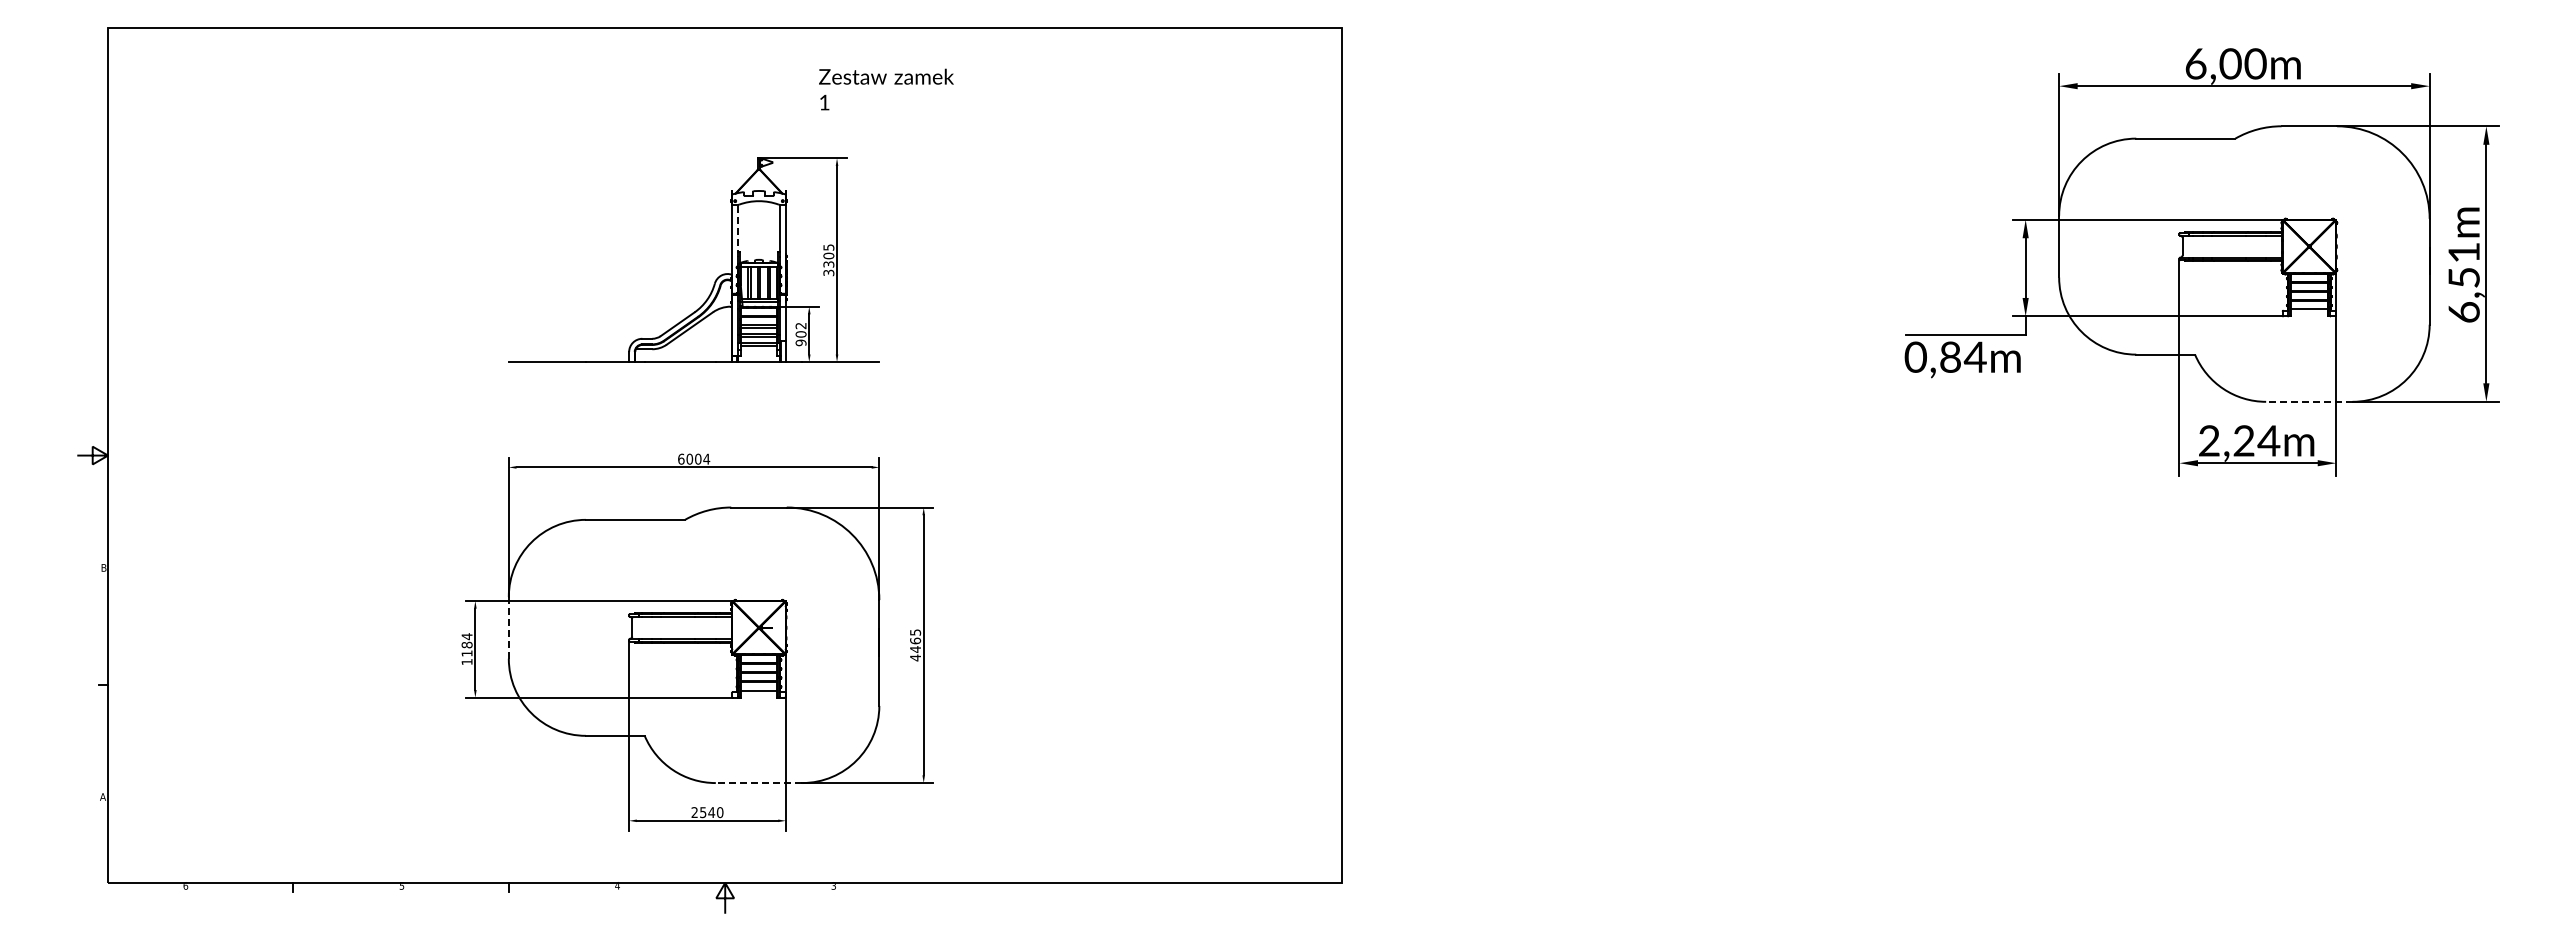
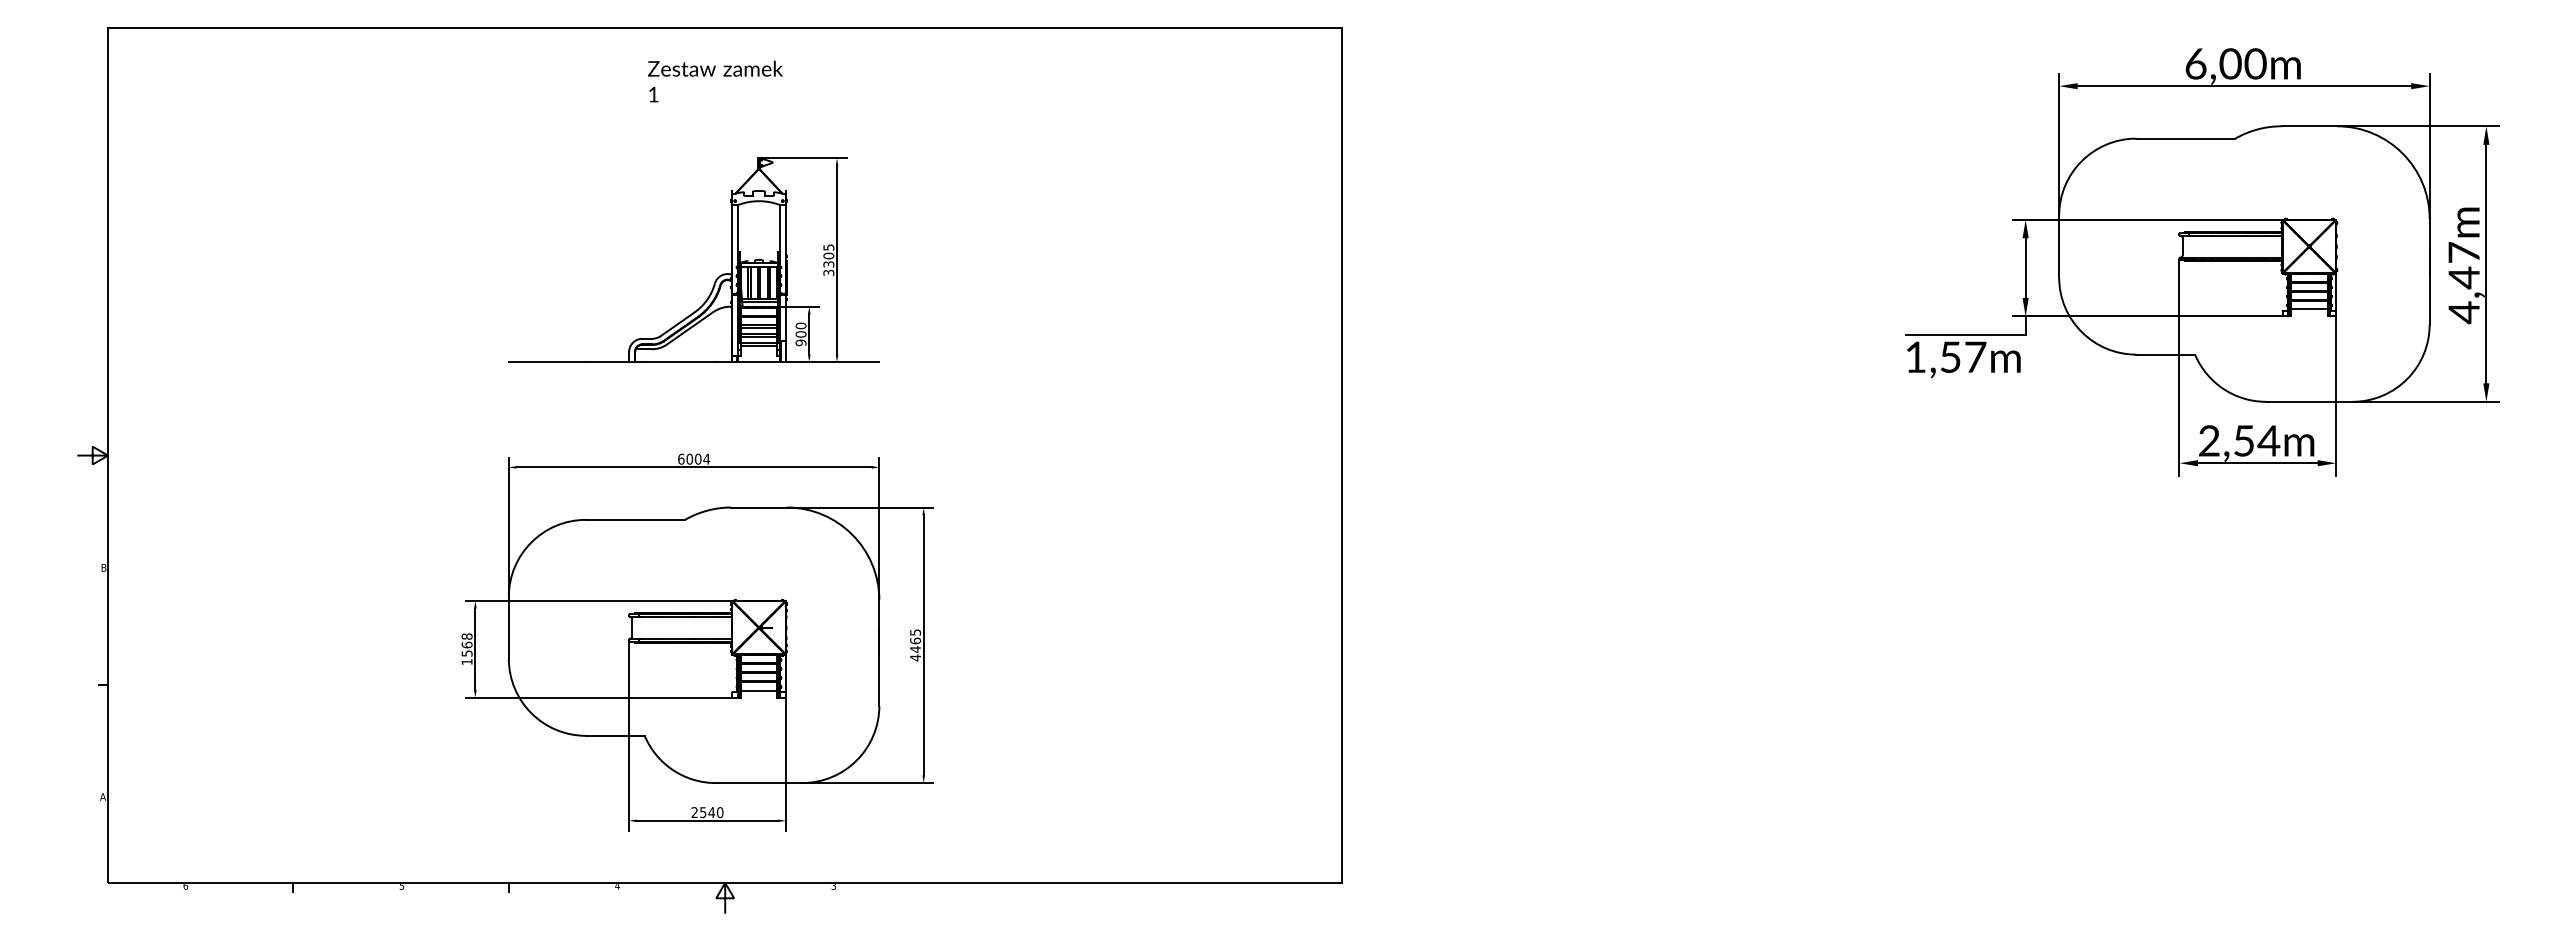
text at (886, 89) position: (886, 89) -> (715, 81)
line at (738, 230): dashed -> solid
text at (2463, 283): 6,51m -> 4,47m
text at (800, 325): 902 -> 900
text at (1945, 356): 0,84m -> 1,57m
line at (2308, 401): dashed -> solid
text at (2243, 440): 2,24m -> 2,54m
line at (508, 627): dashed -> solid
text at (466, 644): 1184 -> 1568
line at (758, 783): dashed -> solid
